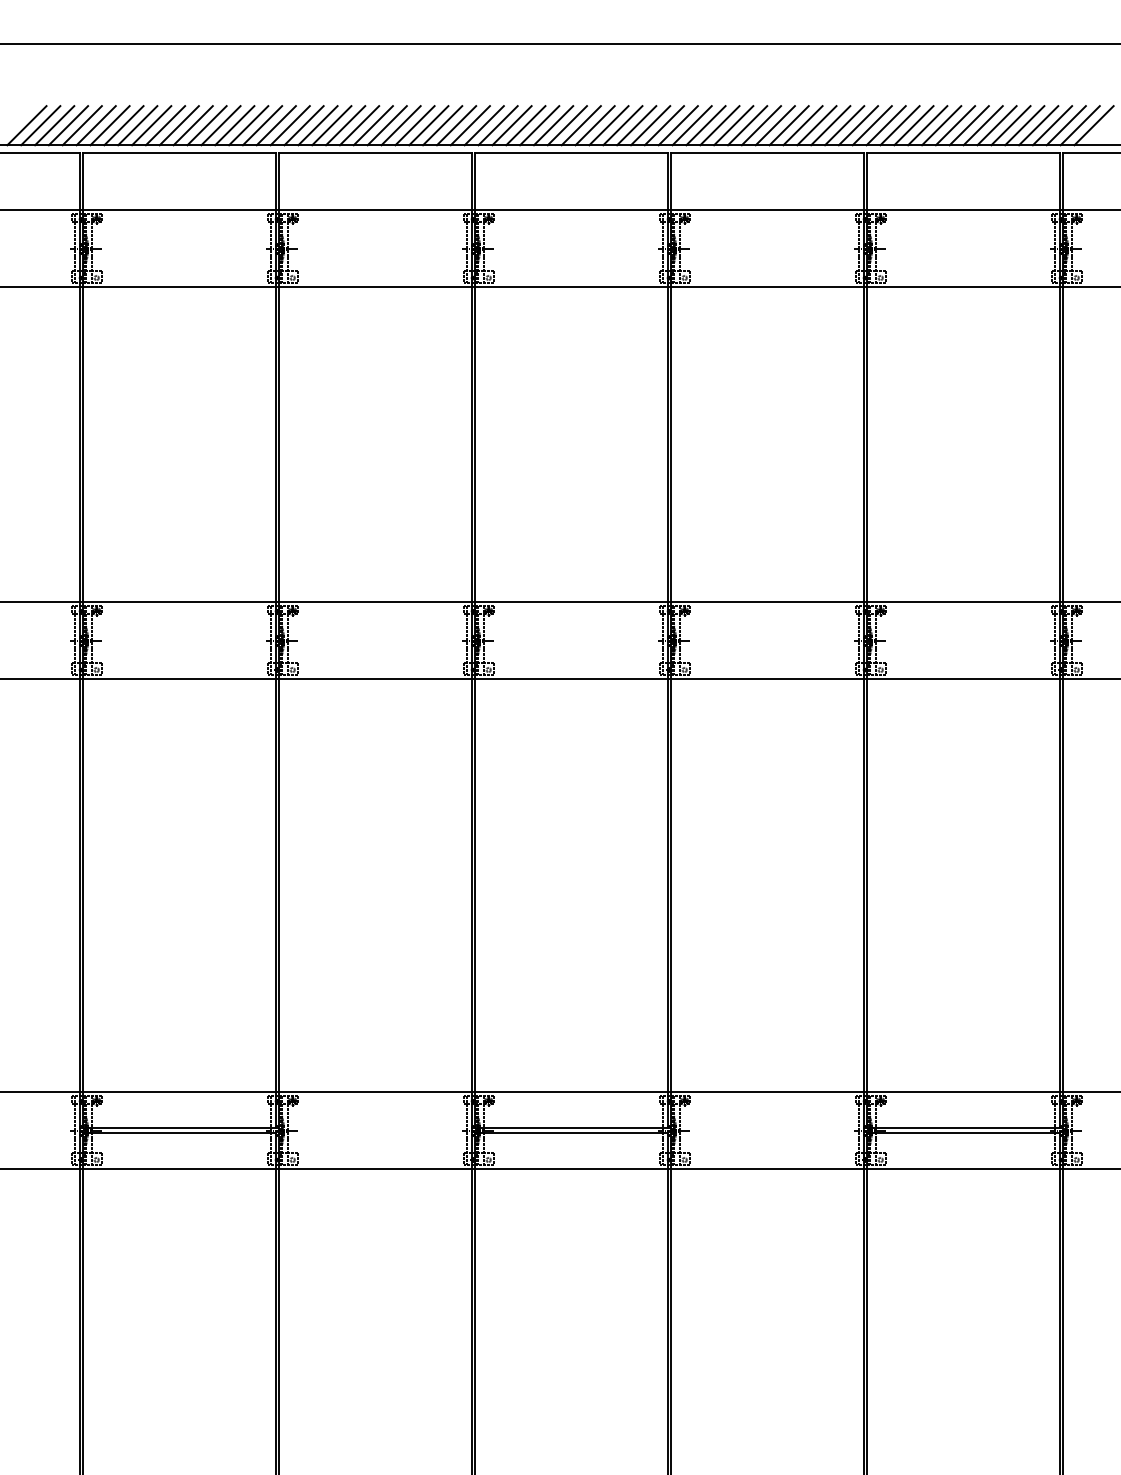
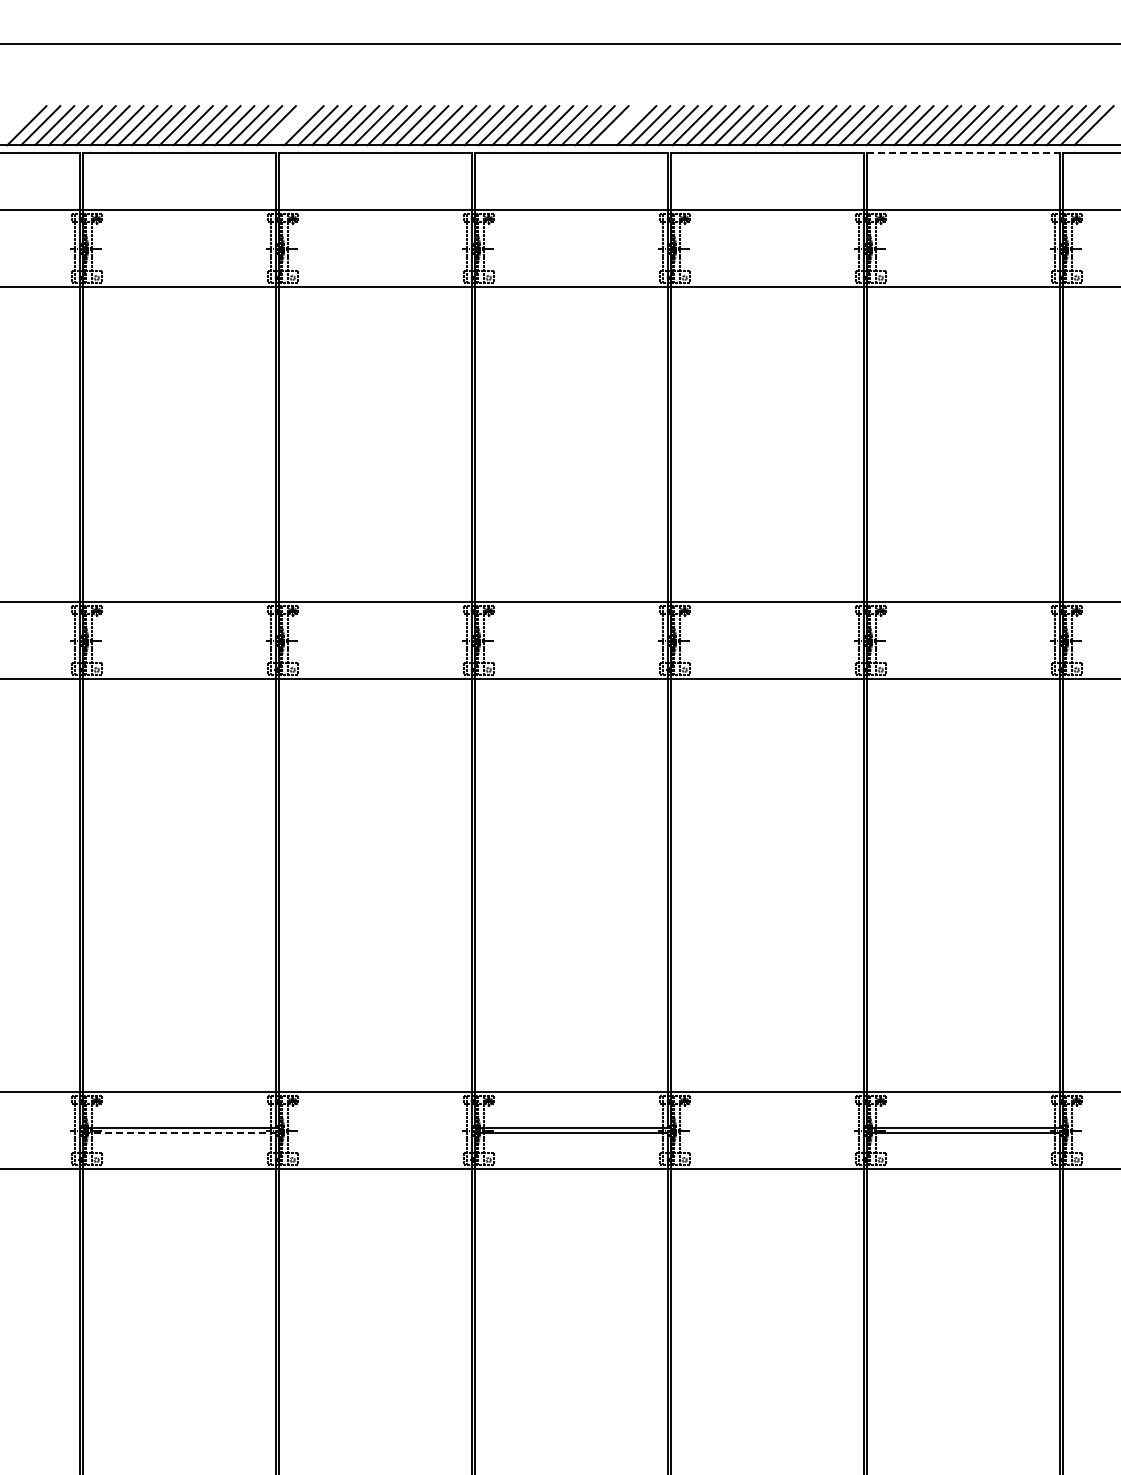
line at (289, 125): present -> none
line at (622, 125): present -> none
line at (963, 153): solid -> dashed
line at (179, 1133): solid -> dashed
